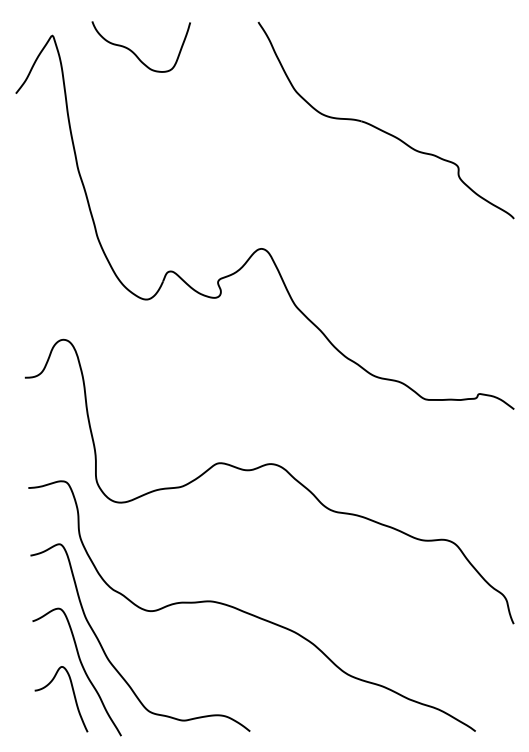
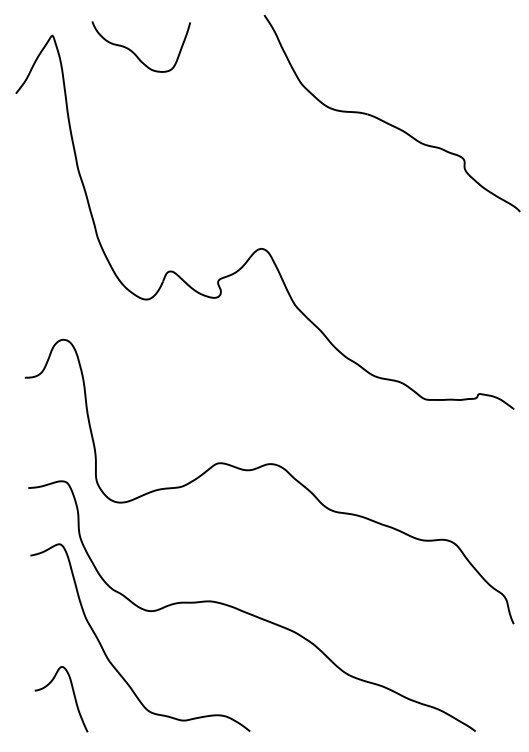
part at (380, 128) position: (380, 128) -> (386, 121)
curve at (82, 668): present -> none
